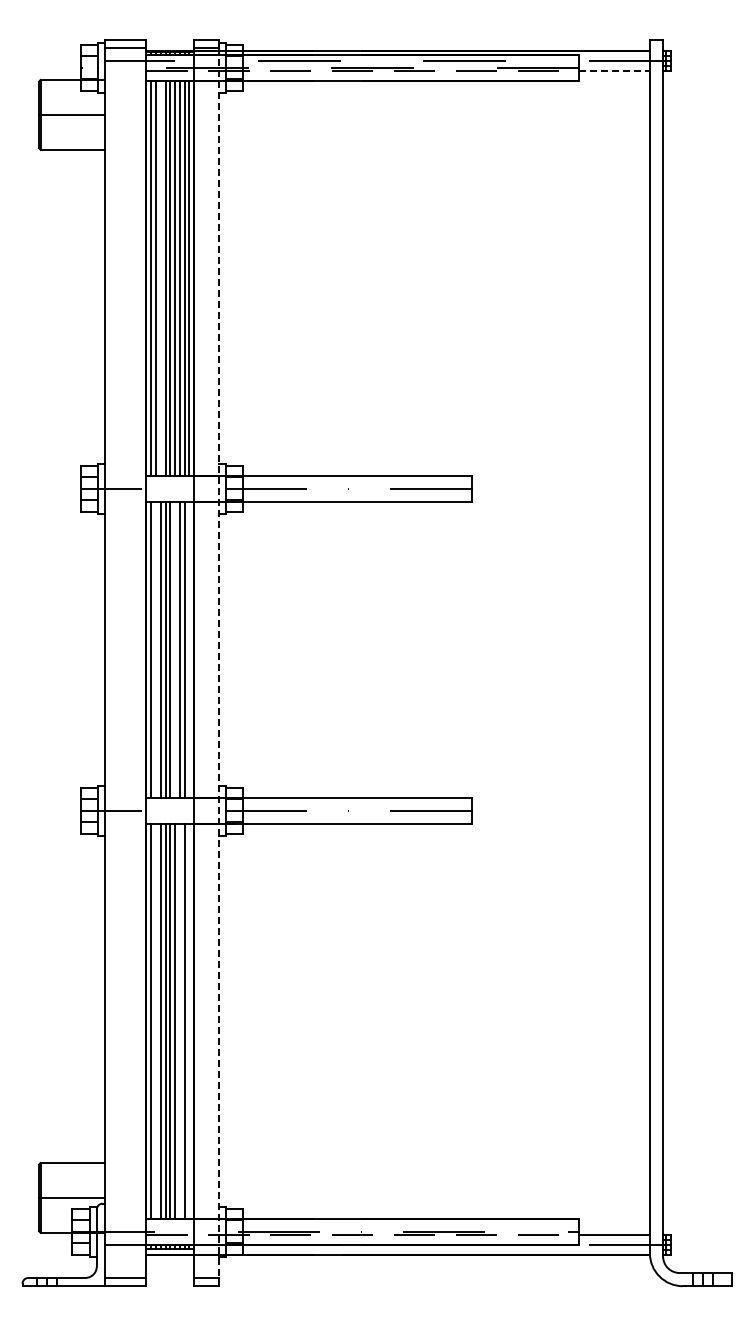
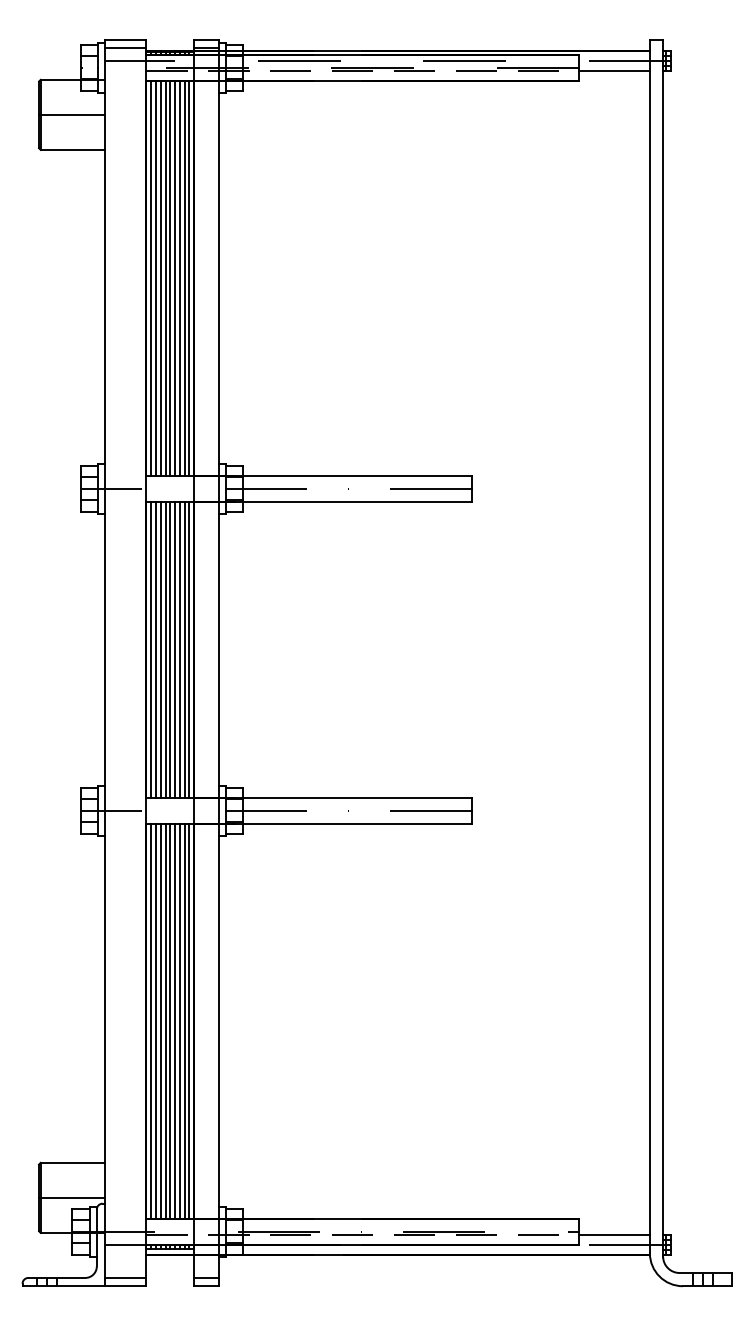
line at (615, 71): dashed -> solid
line at (160, 278): none -> present
line at (155, 649): none -> present
line at (175, 649): none -> present
line at (189, 649): none -> present
line at (219, 663): dashed -> solid
line at (155, 1020): none -> present
line at (179, 1020): none -> present
line at (189, 1020): none -> present
